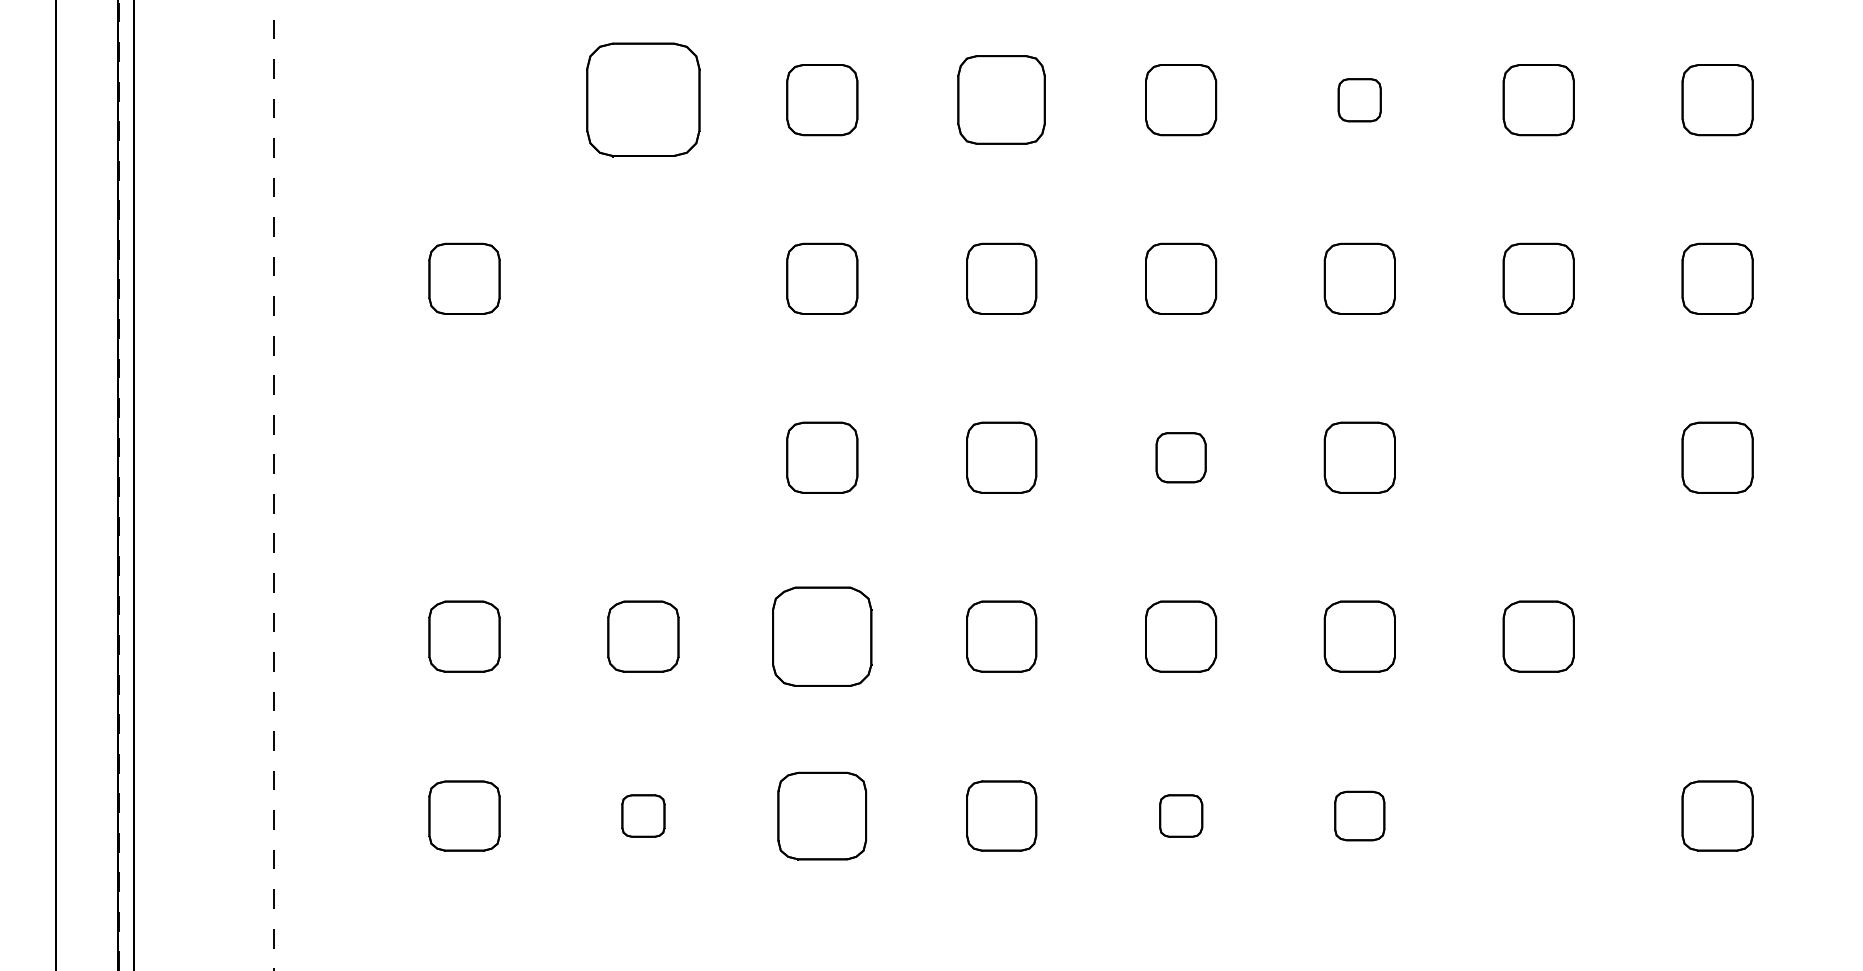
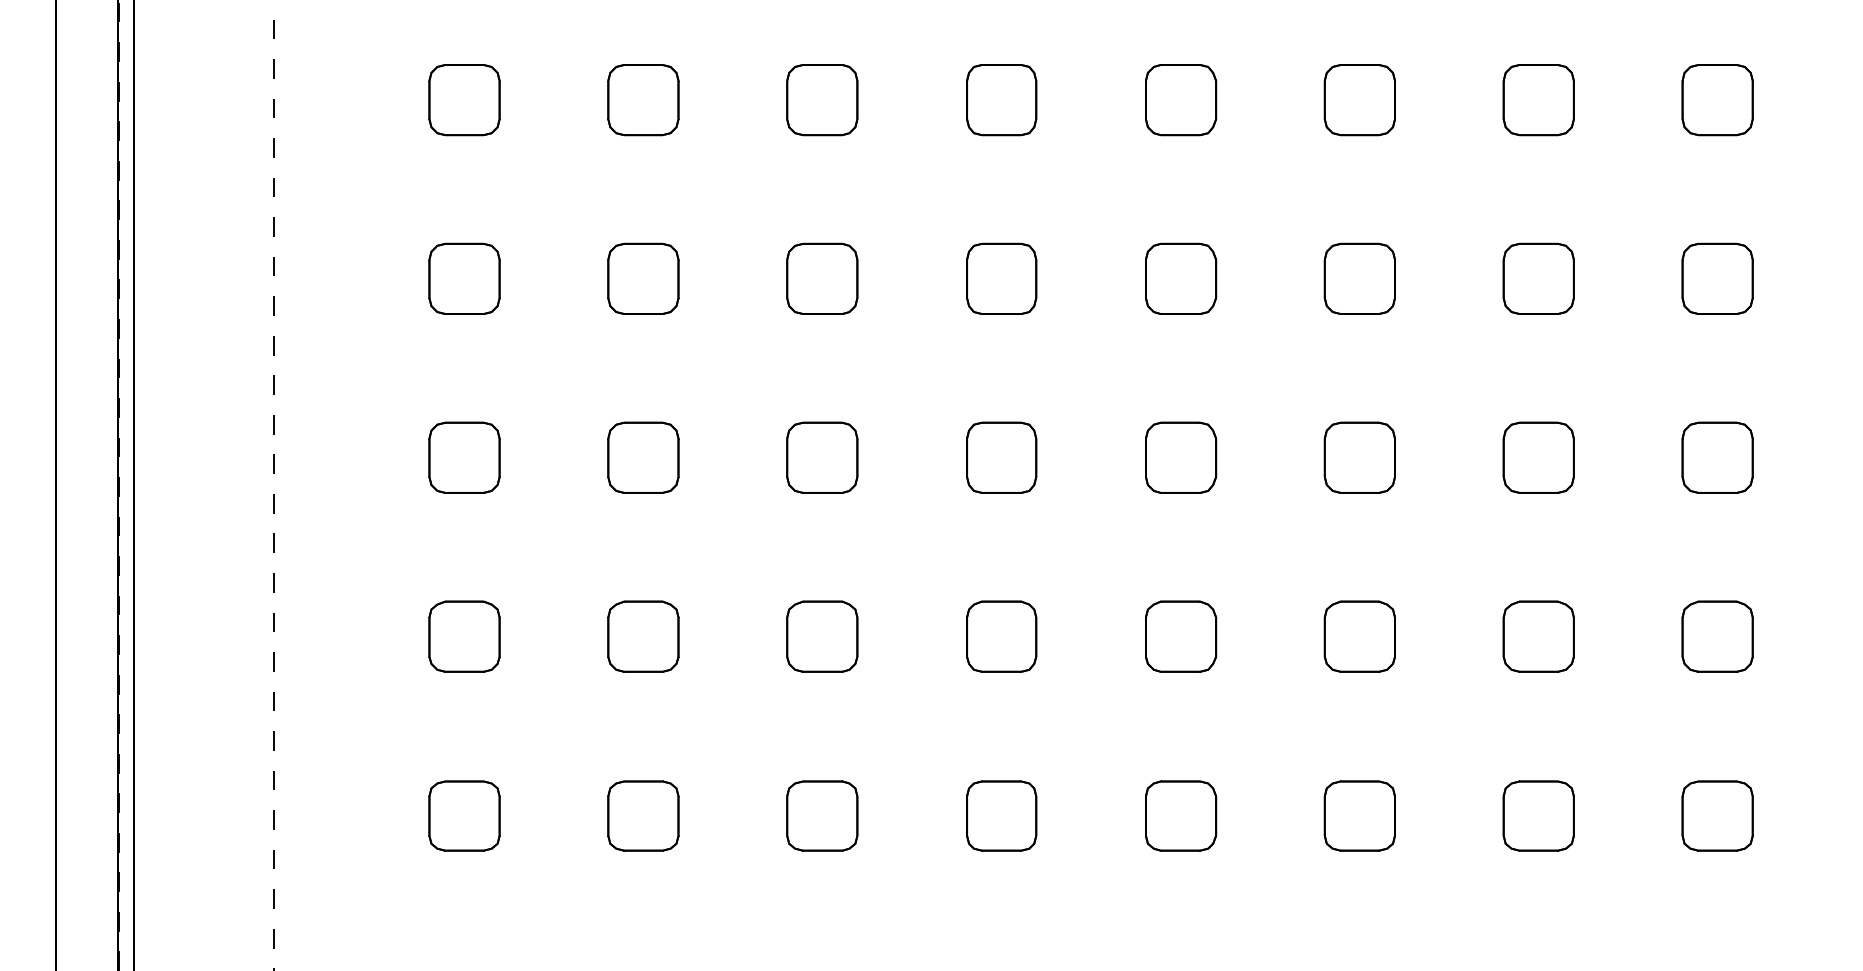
part at (643, 99) size: 115x116 px -> 73x73 px
part at (1001, 99) size: 89x90 px -> 72x73 px
part at (464, 100): none -> present
part at (1359, 100) size: 45x45 px -> 73x73 px
part at (643, 278): none -> present
part at (464, 457): none -> present
part at (643, 457): none -> present
part at (1180, 457) size: 52x52 px -> 73x73 px
part at (1538, 457): none -> present
part at (822, 636) size: 101x101 px -> 73x73 px
part at (1717, 636): none -> present
part at (643, 815) size: 45x44 px -> 73x72 px
part at (822, 815) size: 91x90 px -> 73x72 px
part at (1181, 815) size: 45x44 px -> 73x72 px
part at (1359, 815) size: 52x52 px -> 73x72 px
part at (1538, 815): none -> present
